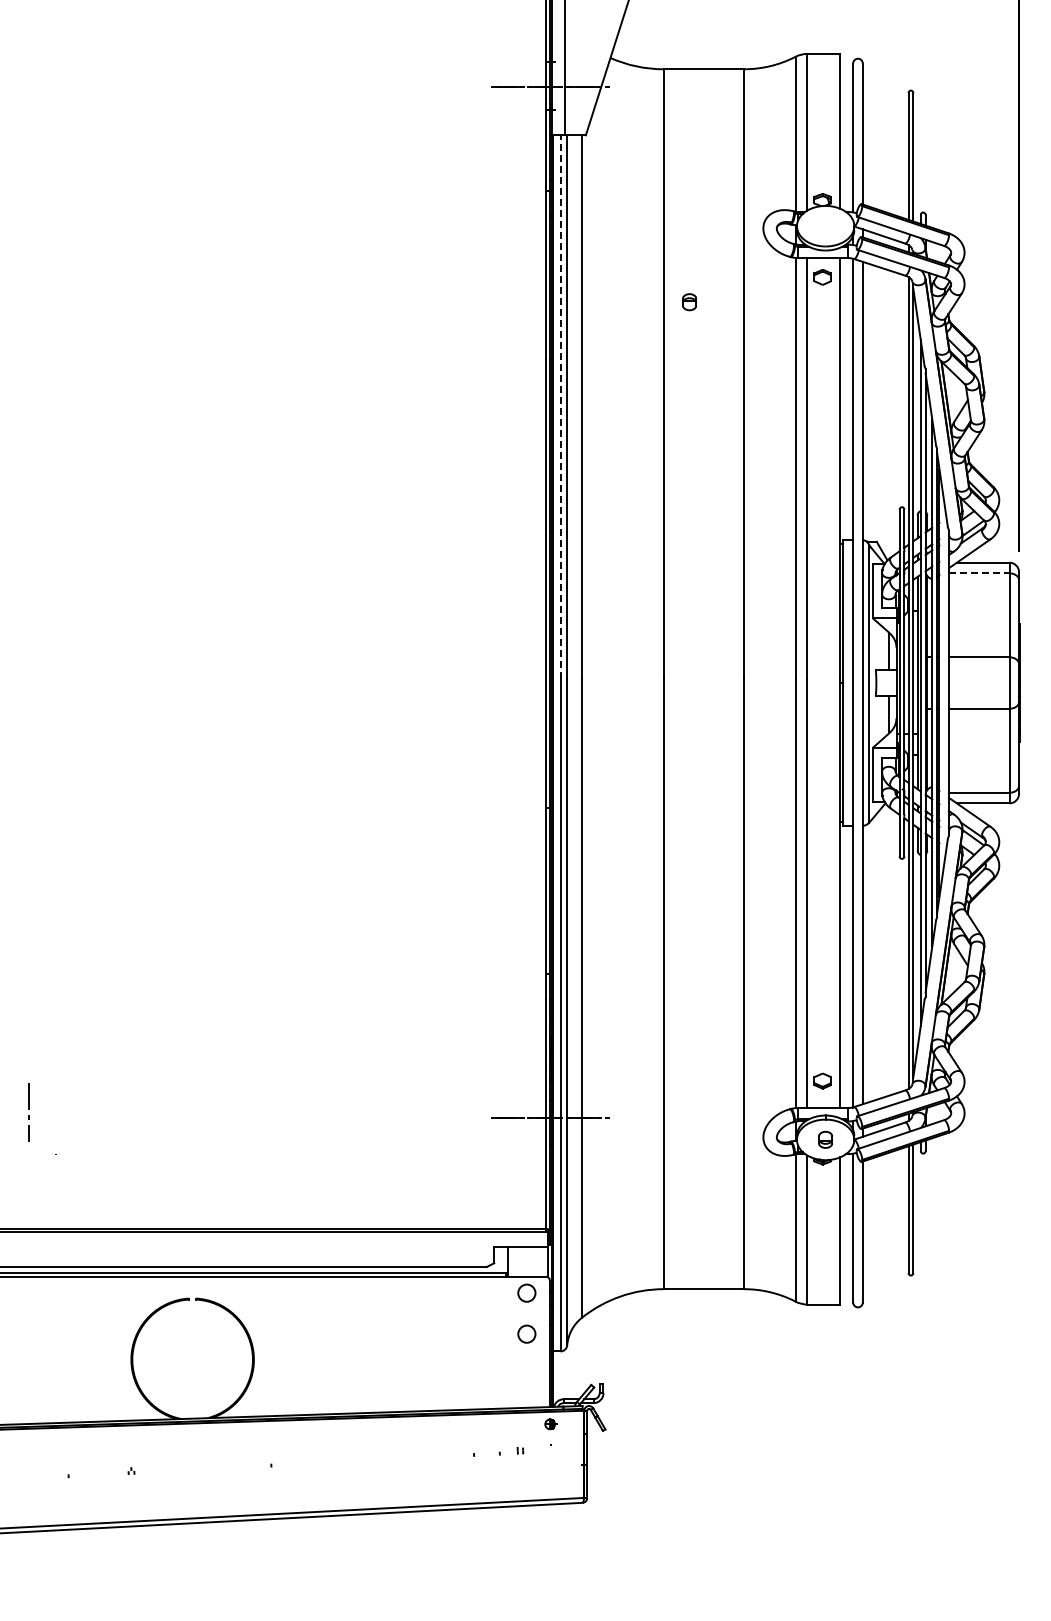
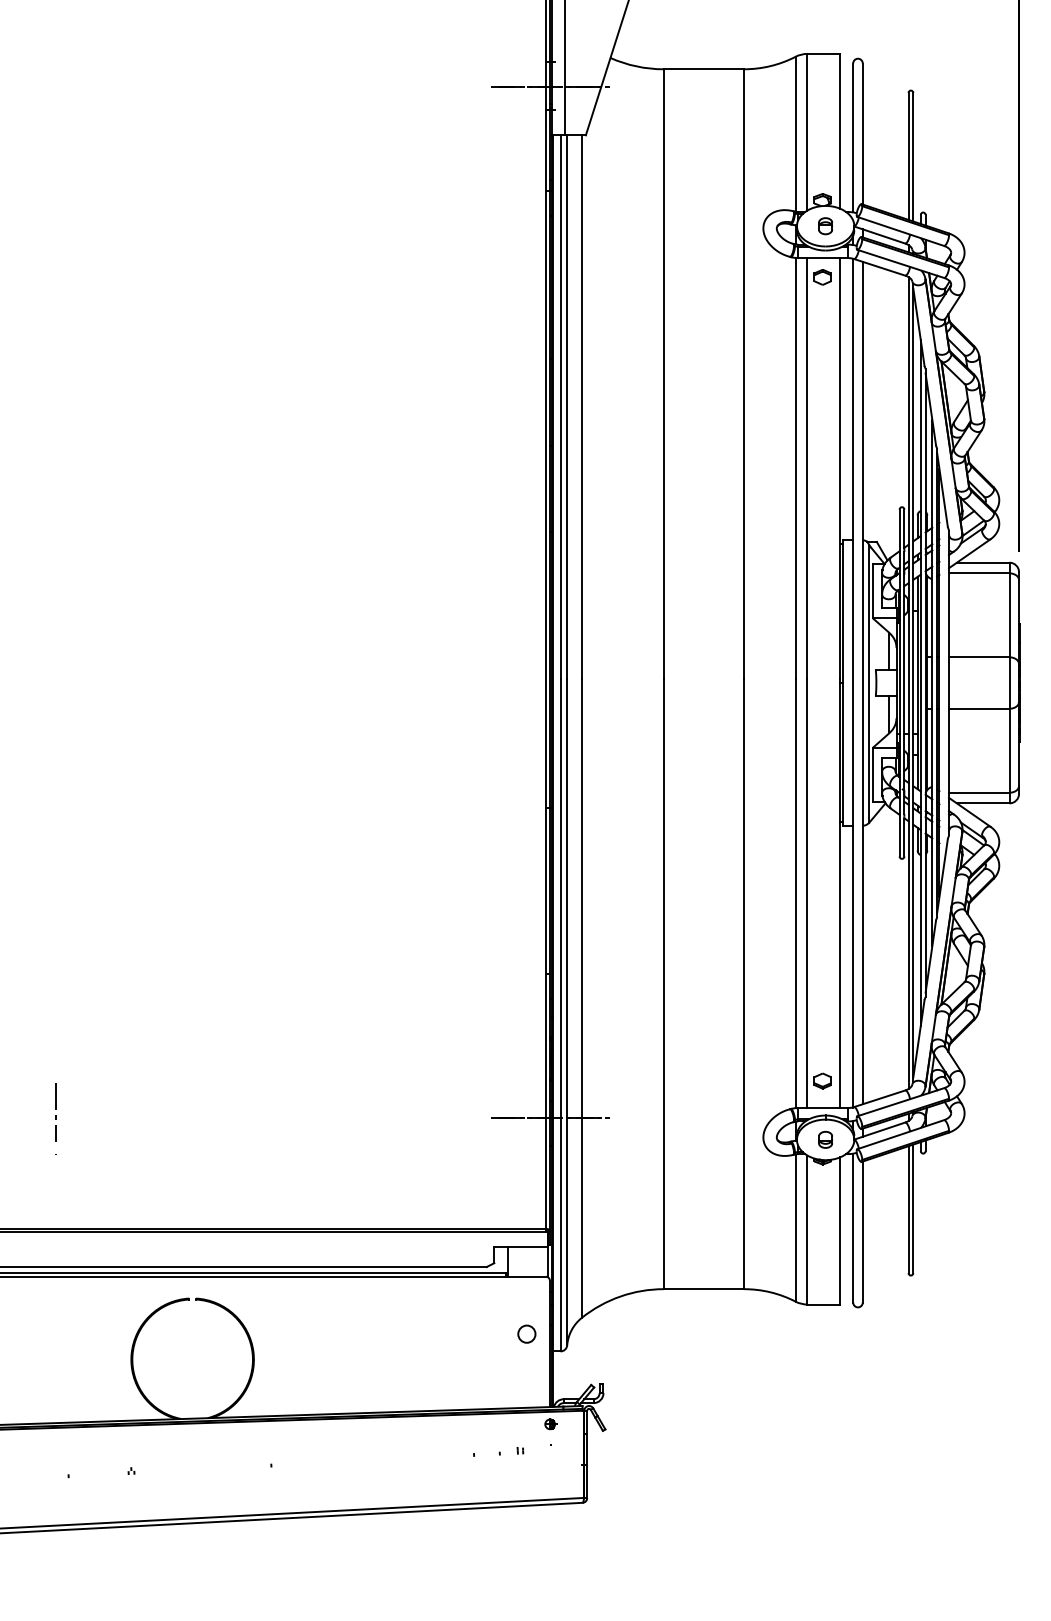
part at (689, 302) position: (689, 302) -> (825, 226)
line at (560, 407): dashed -> solid
line at (979, 573): dashed -> solid
line at (28, 1109) position: (28, 1109) -> (55, 1109)
circle at (526, 1292): present -> none
